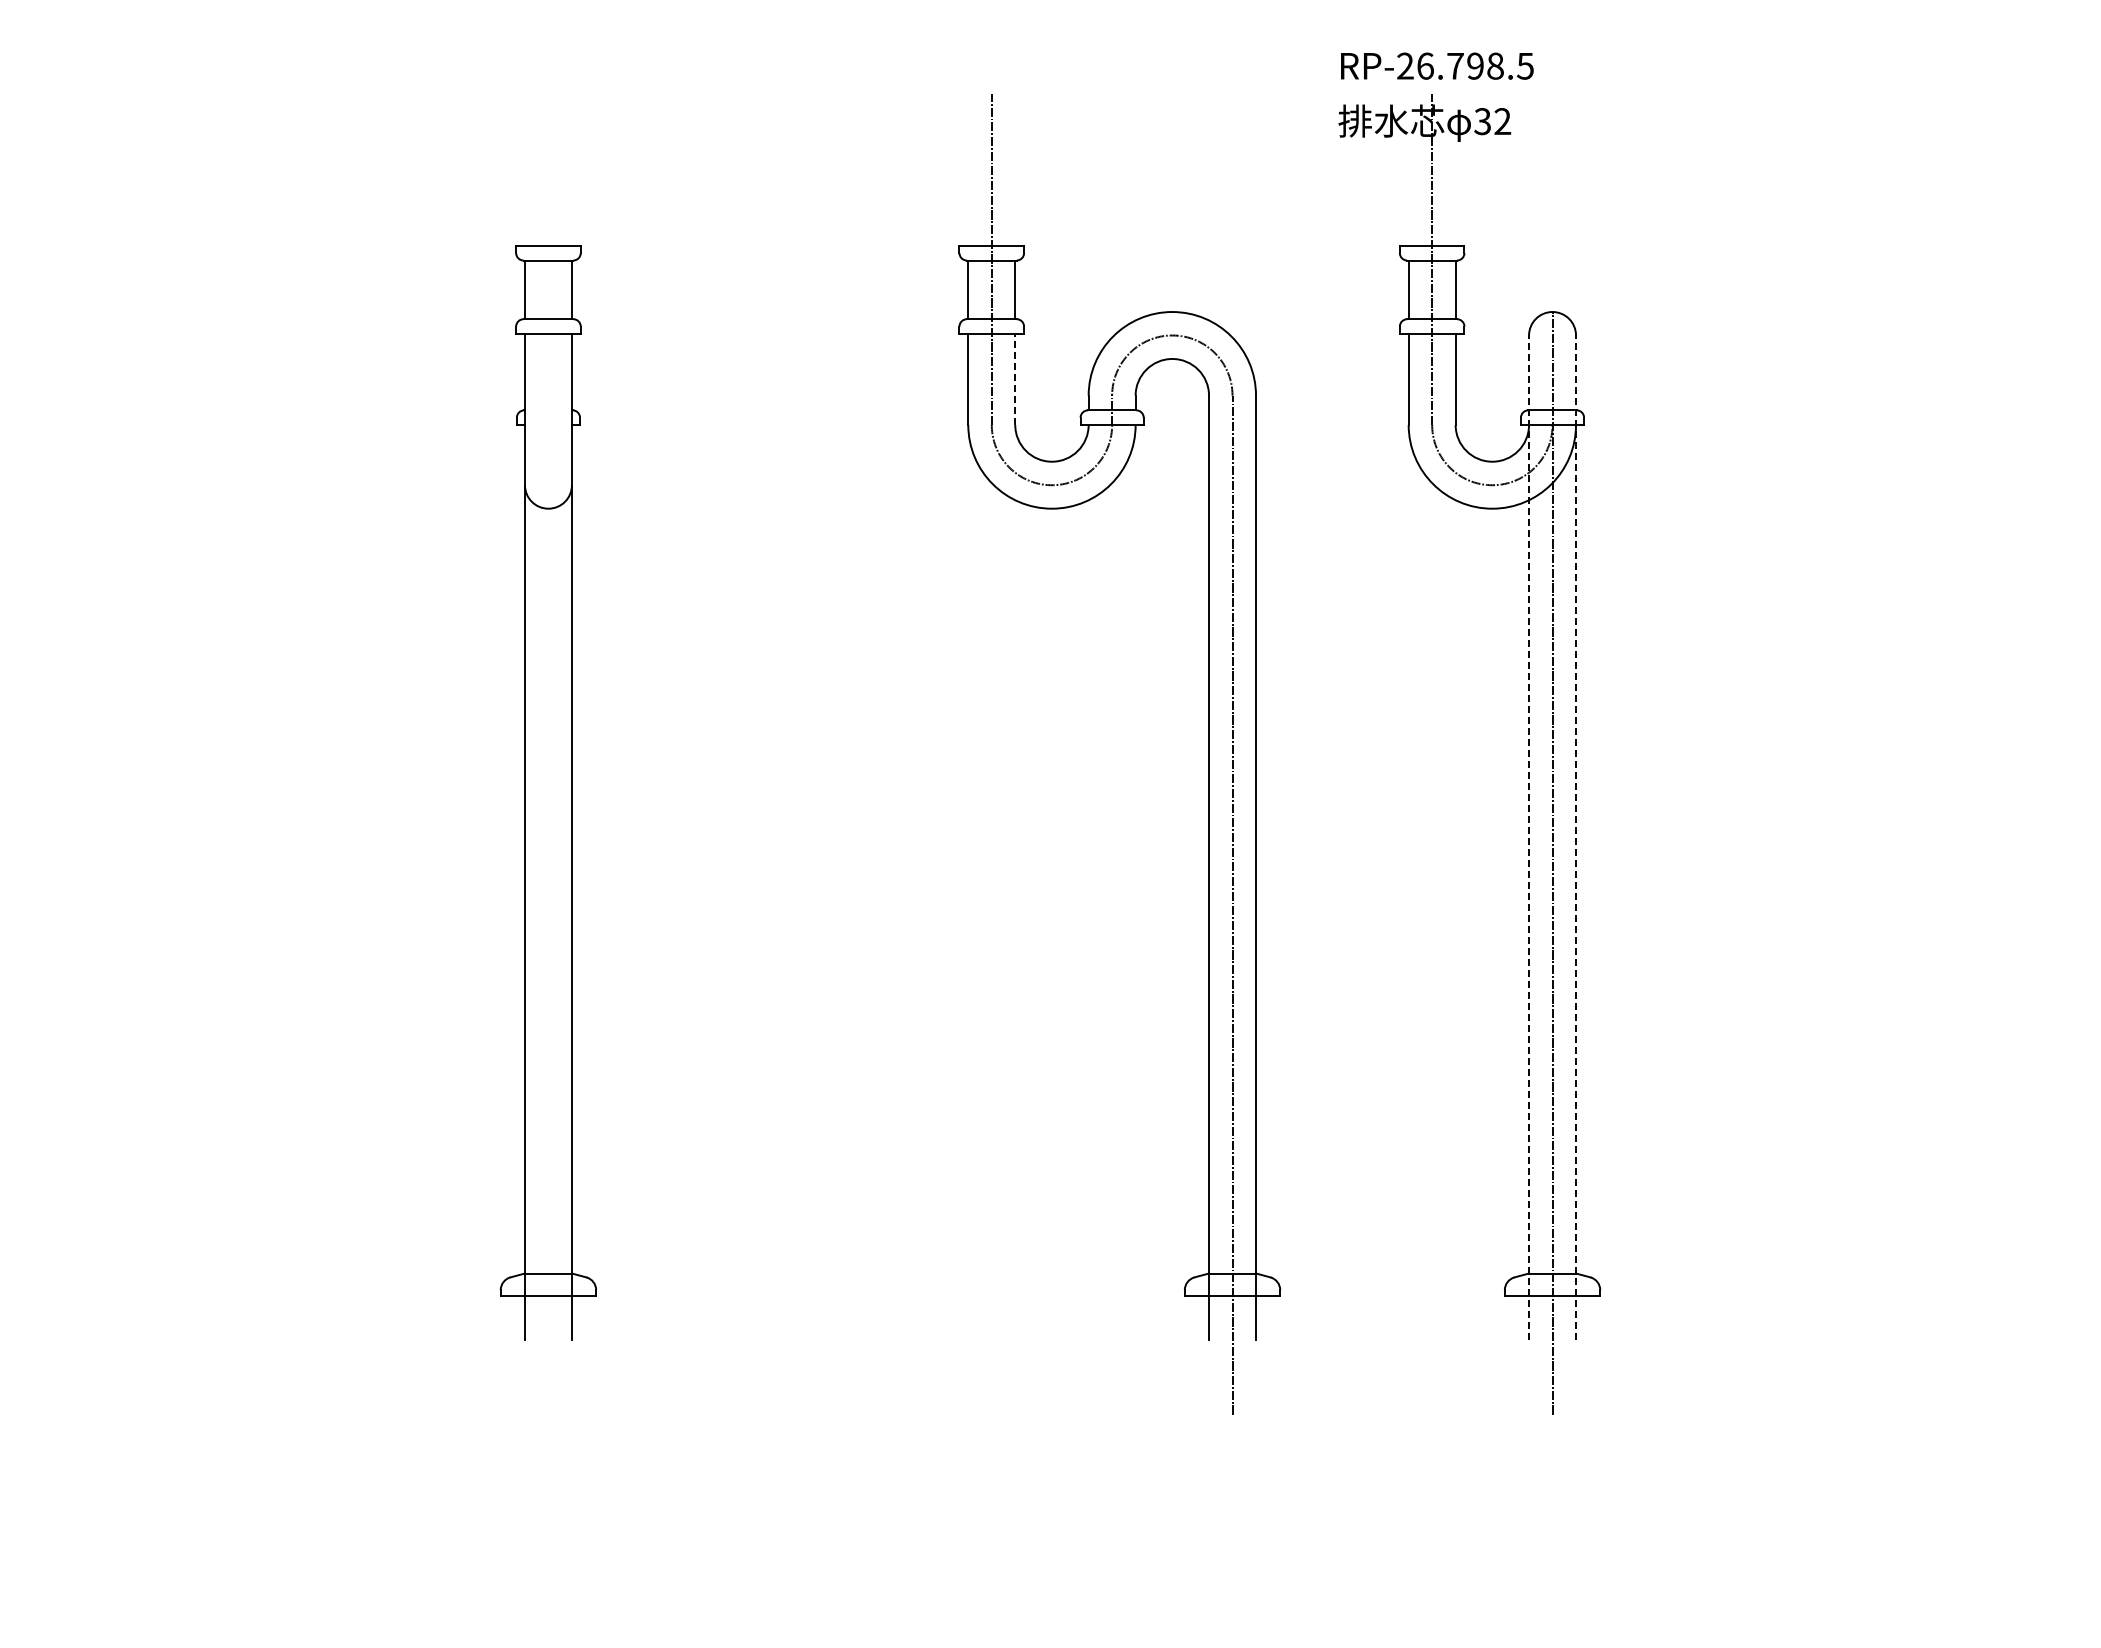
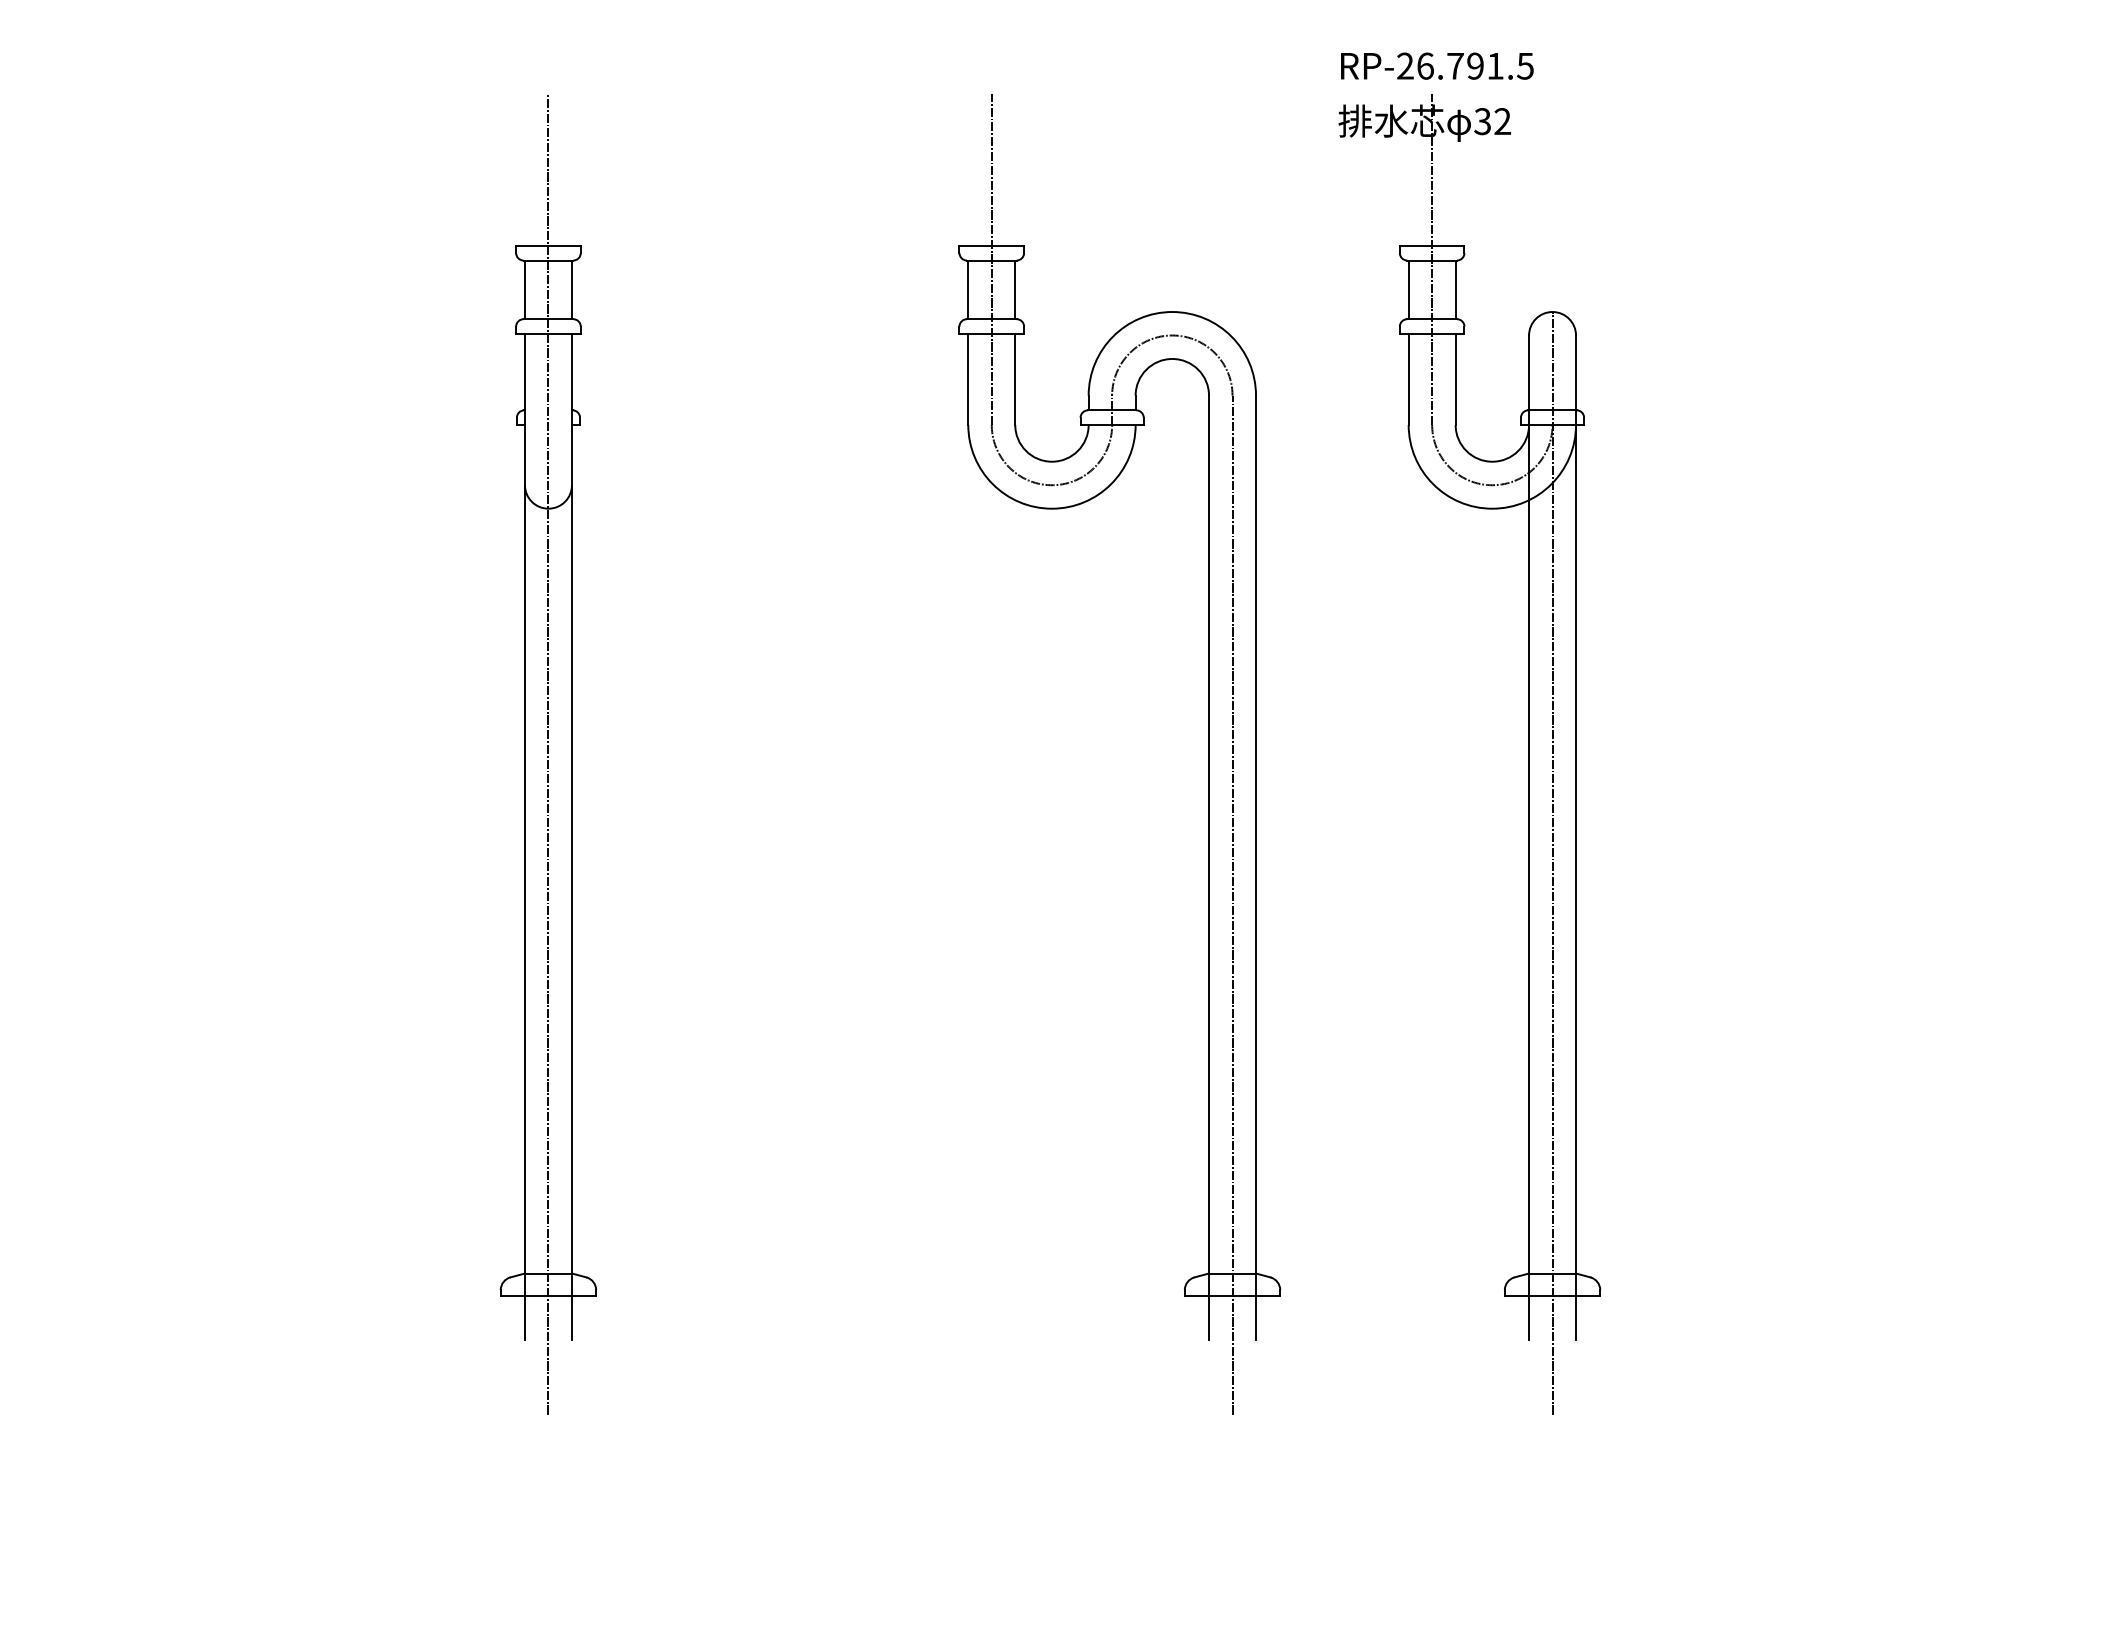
text at (1495, 65): RP-26.798.5 -> RP-26.791.5
line at (1015, 379): dashed -> solid
line at (548, 754): none -> present
line at (1529, 837): dashed -> solid
line at (1576, 837): dashed -> solid
